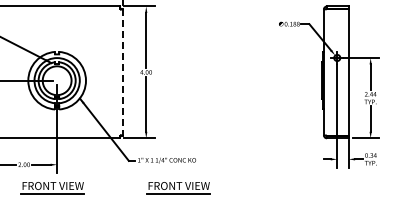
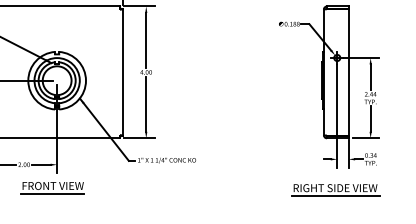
line at (123, 72): dashed -> solid
part at (178, 188): present -> none
part at (335, 190): none -> present
